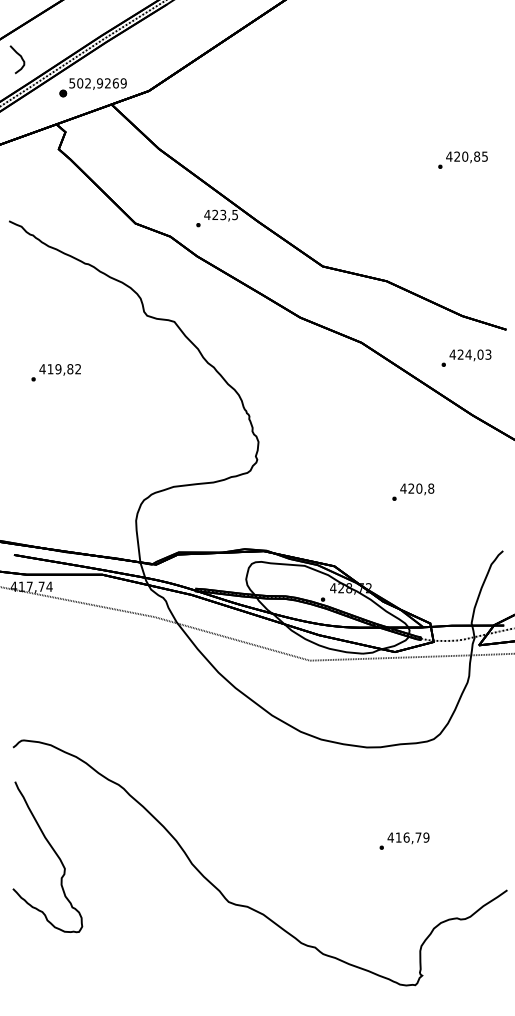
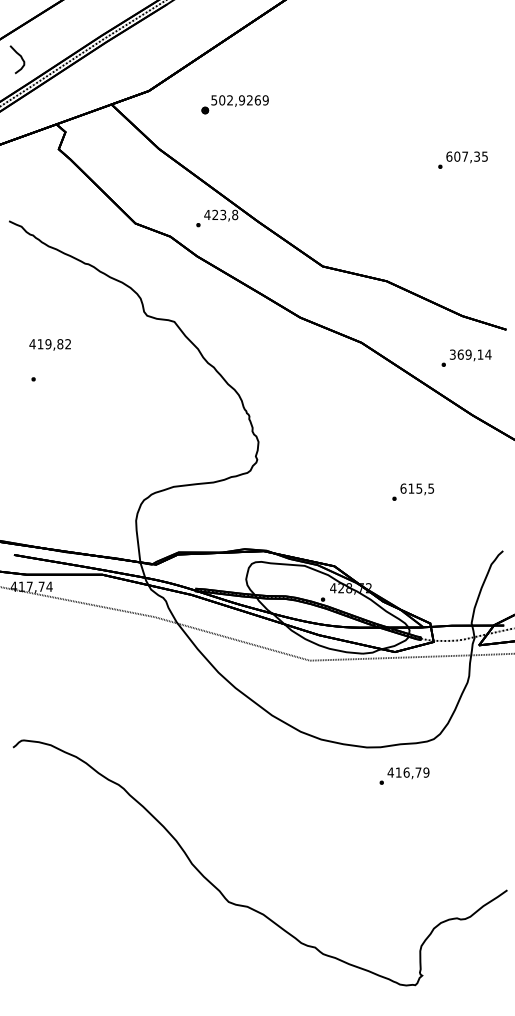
part at (92, 87) position: (92, 87) -> (234, 104)
text at (463, 156): 420,85 -> 607,35
text at (235, 214): 423,5 -> 423,8
text at (470, 354): 424,03 -> 369,14
text at (59, 369) position: (59, 369) -> (49, 344)
text at (417, 488): 420,8 -> 615,5
text at (404, 840) position: (404, 840) -> (404, 775)
curve at (53, 851): present -> none
